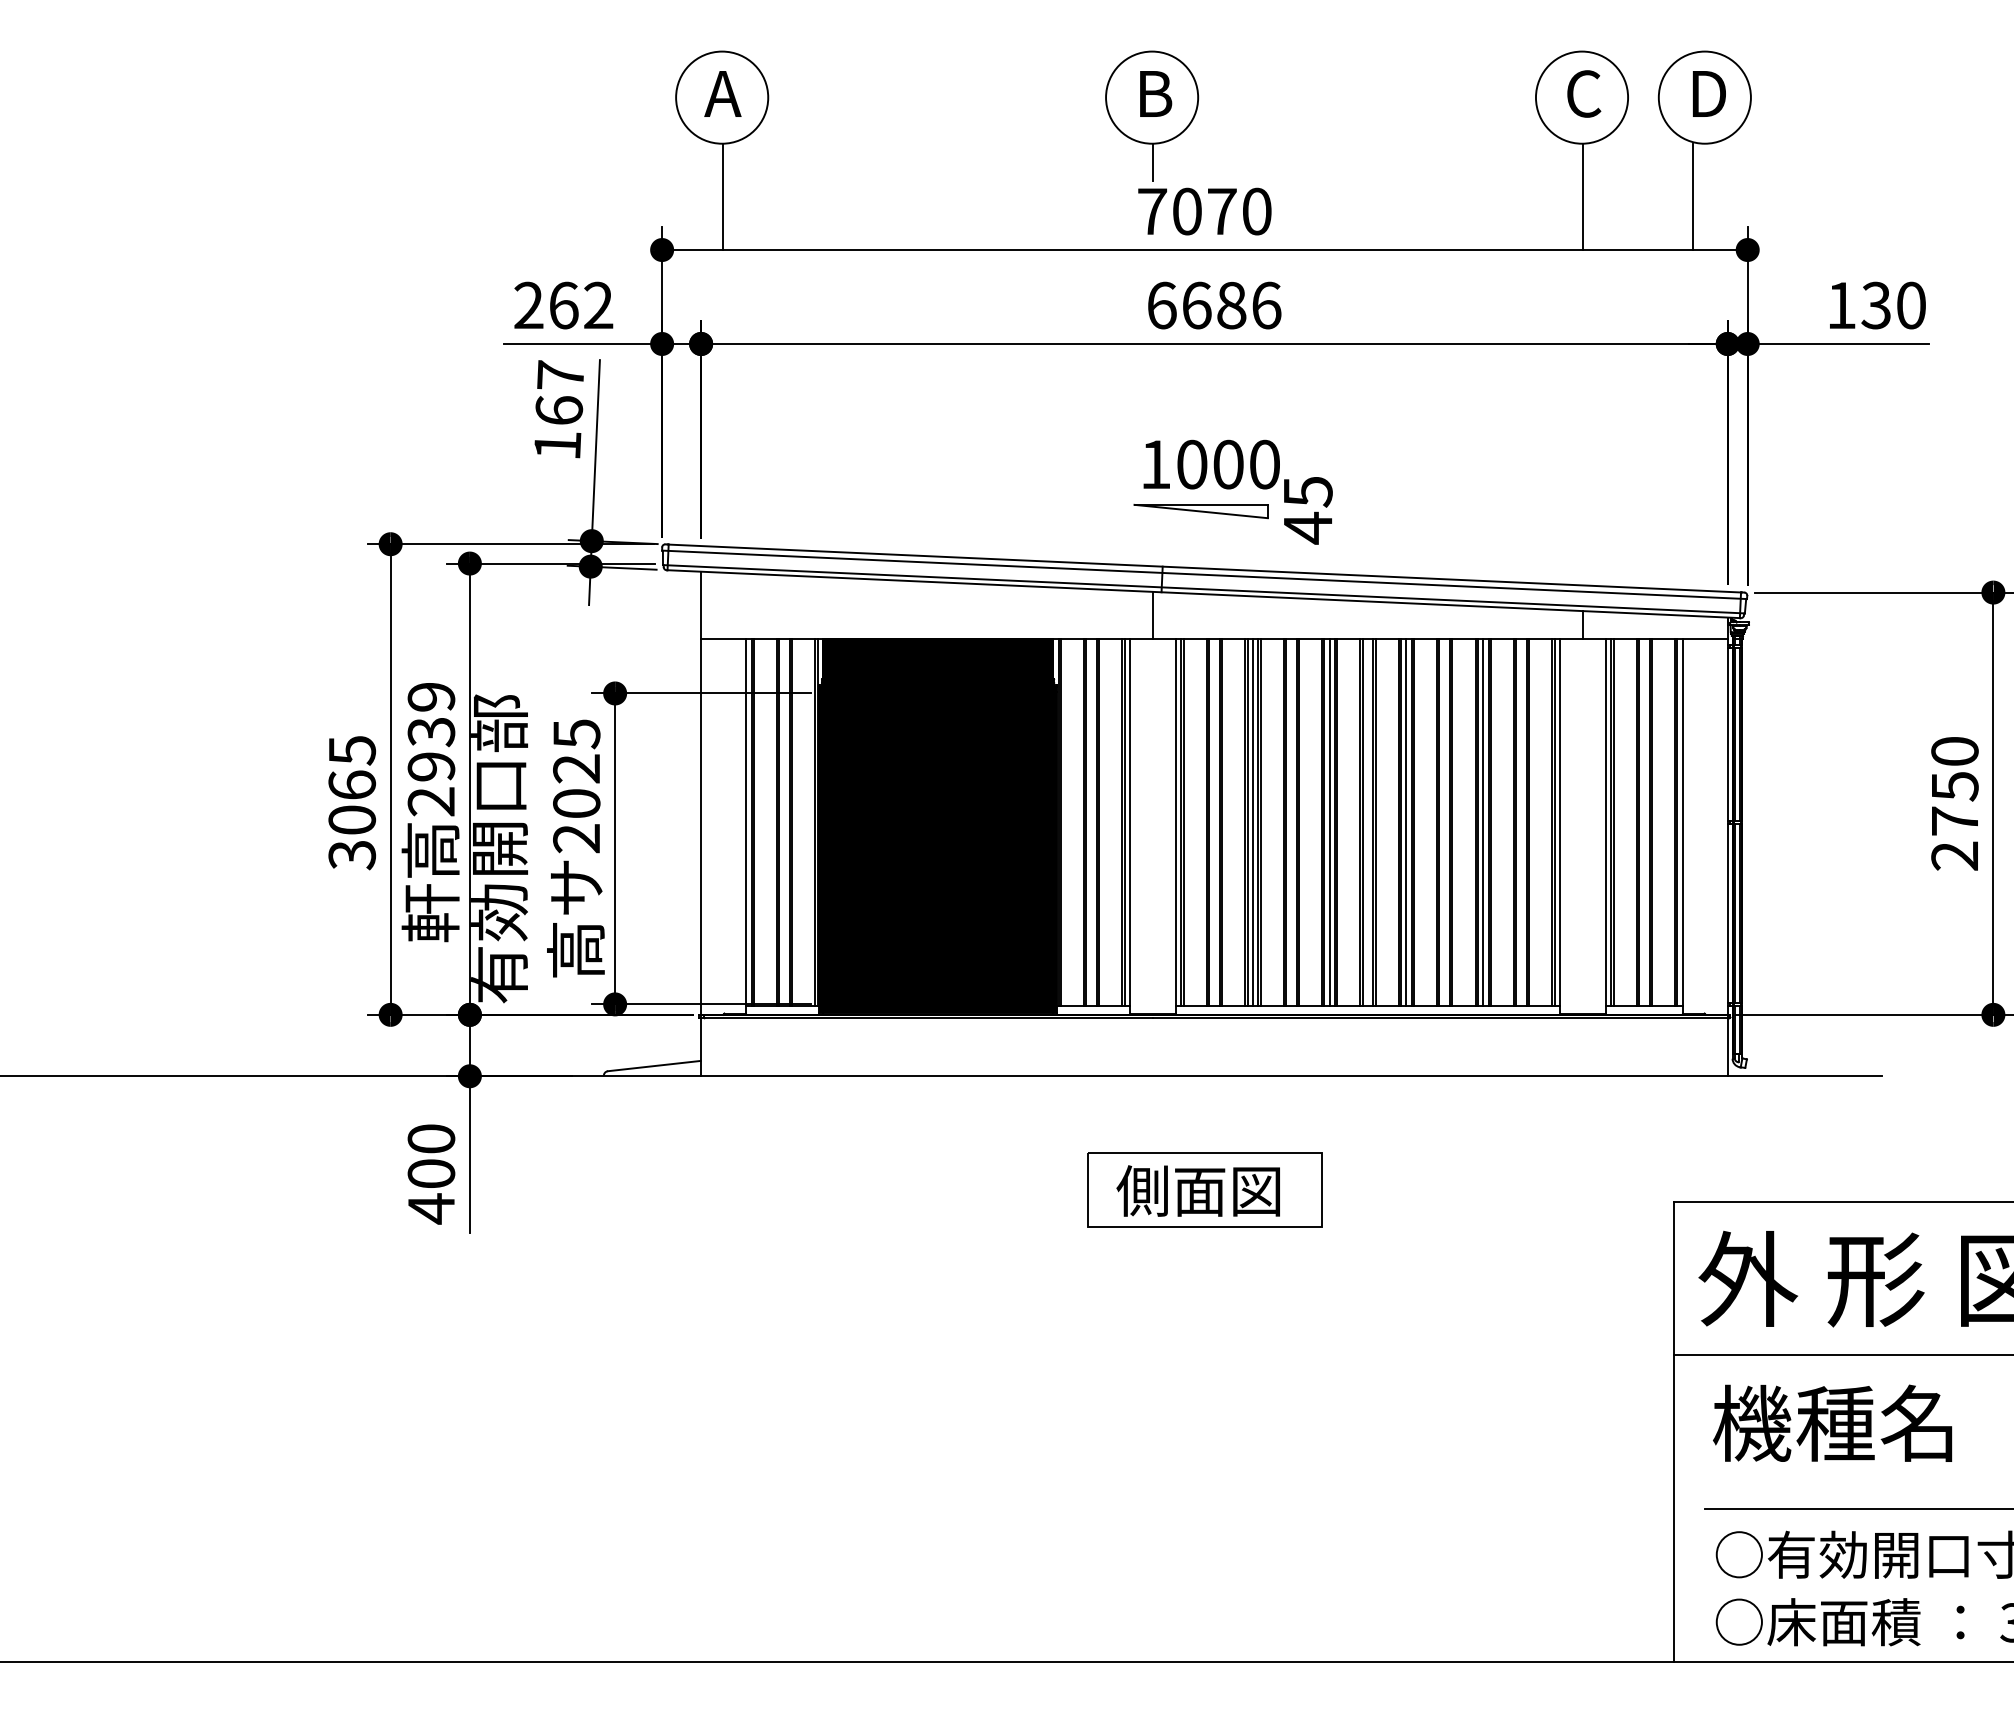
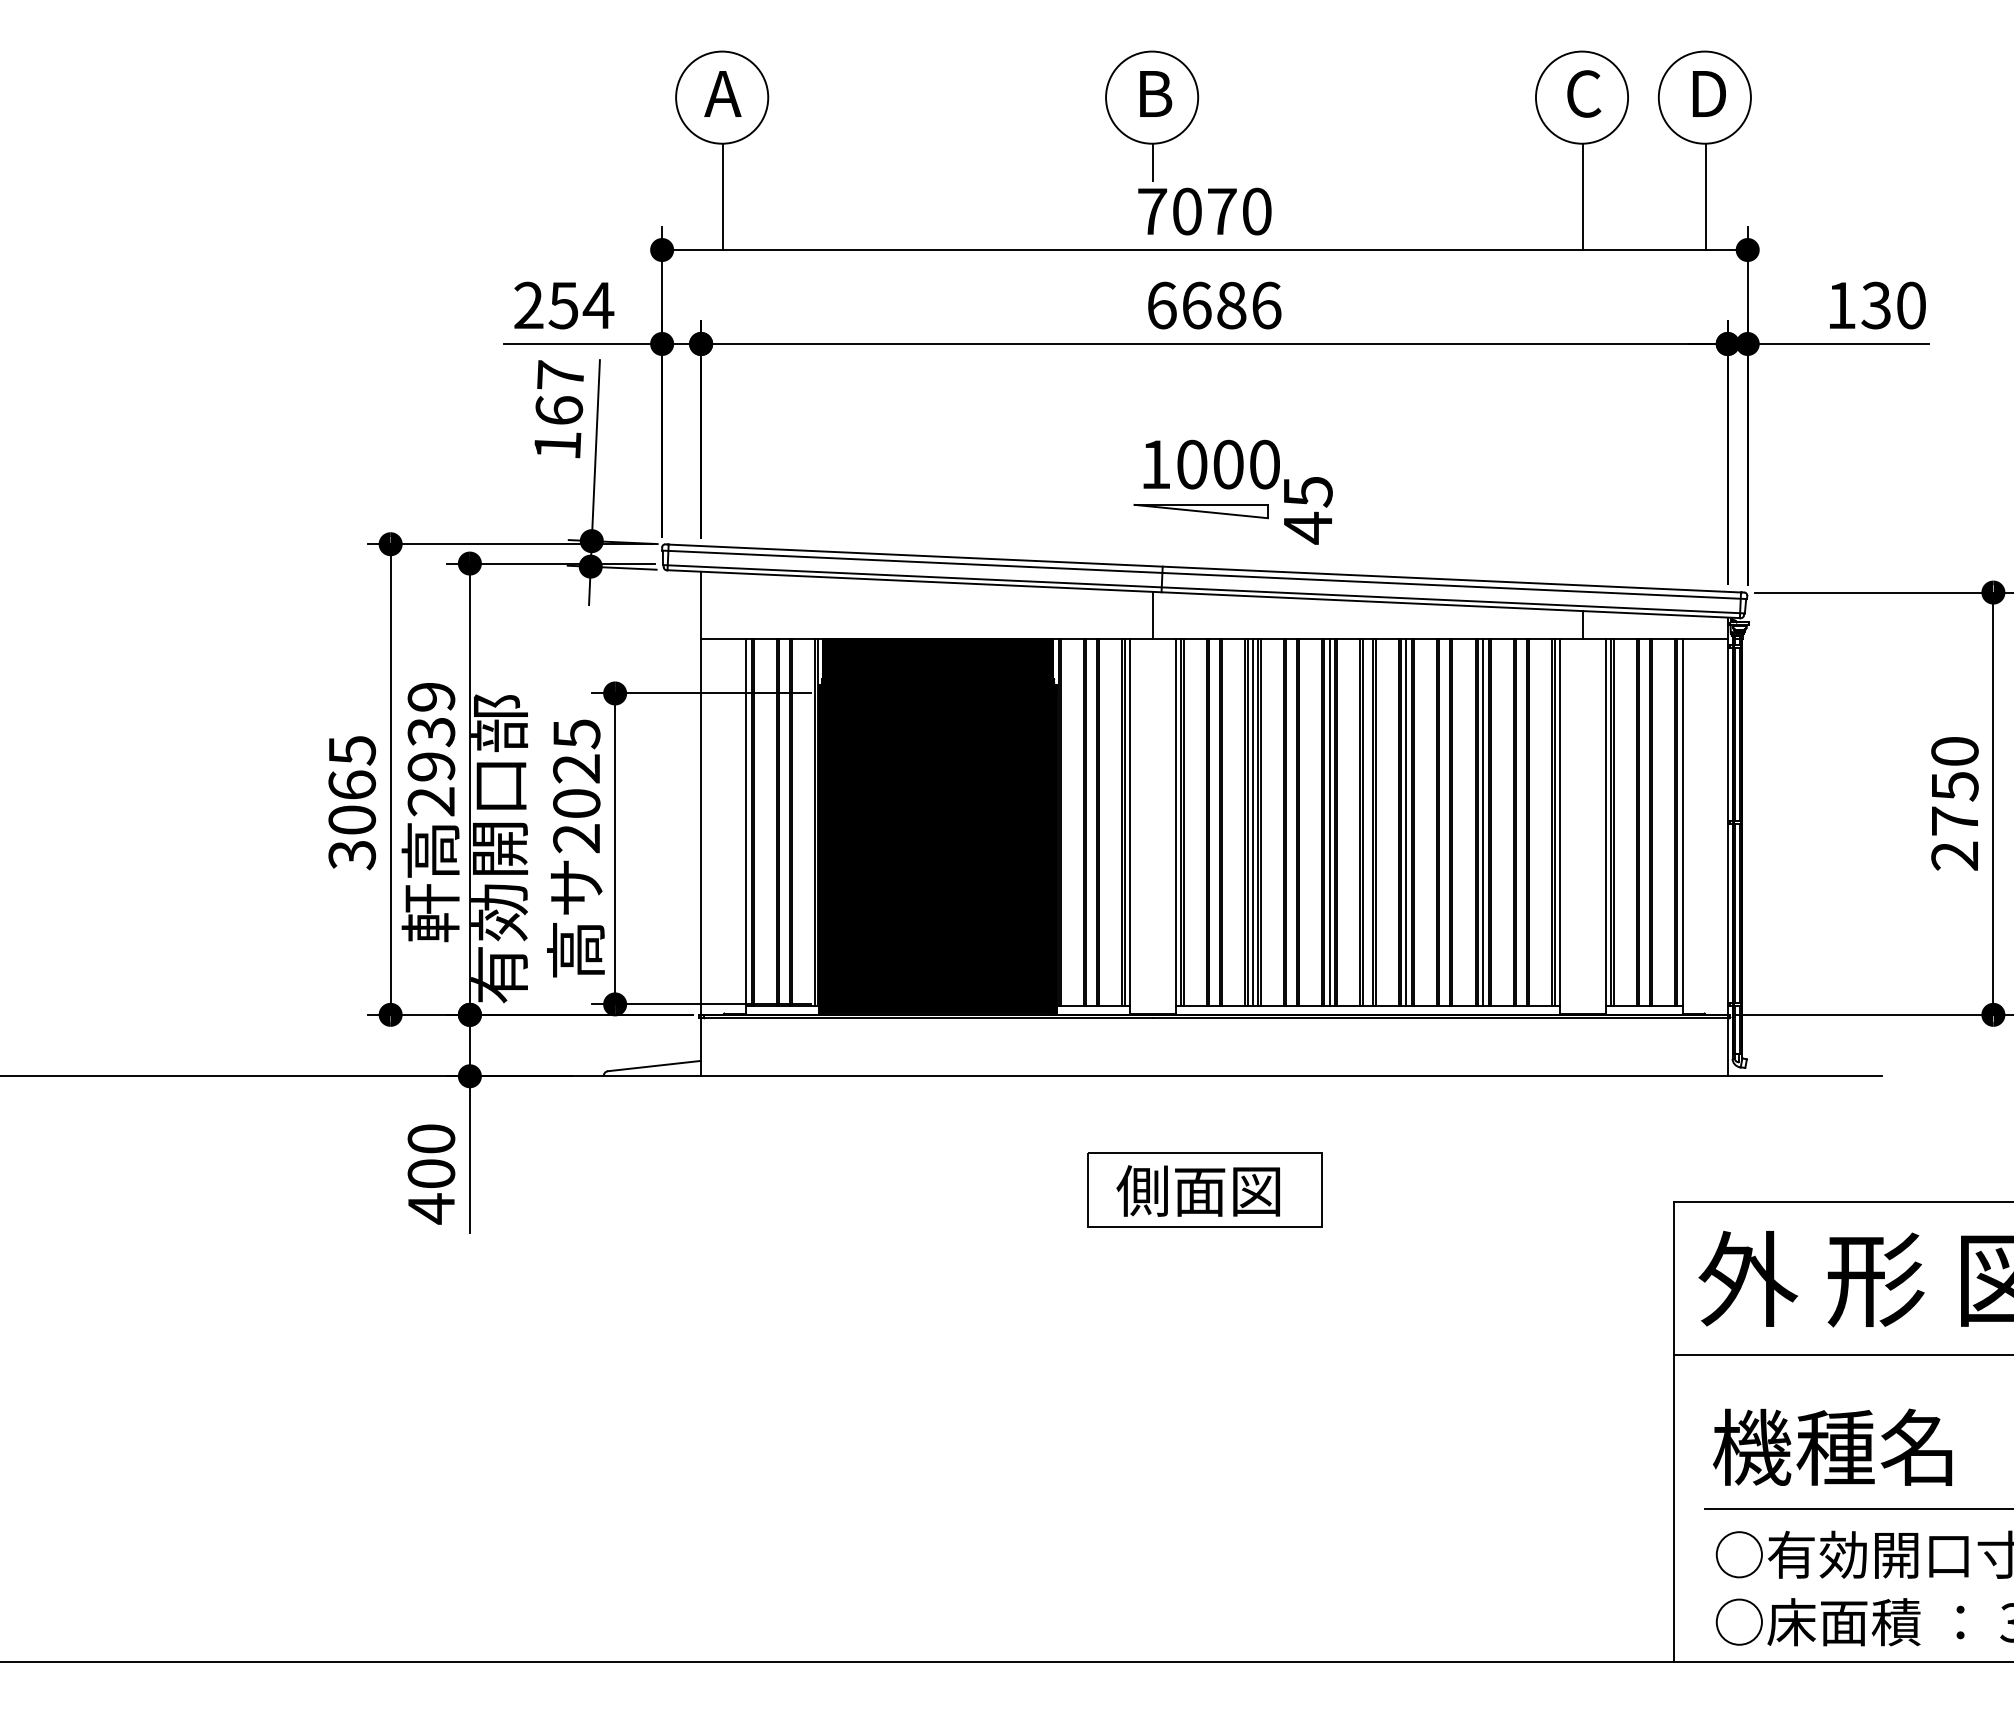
line at (1692, 196) position: (1692, 196) -> (1705, 196)
text at (581, 305): 262 -> 254
text at (1832, 1422) position: (1832, 1422) -> (1832, 1446)
